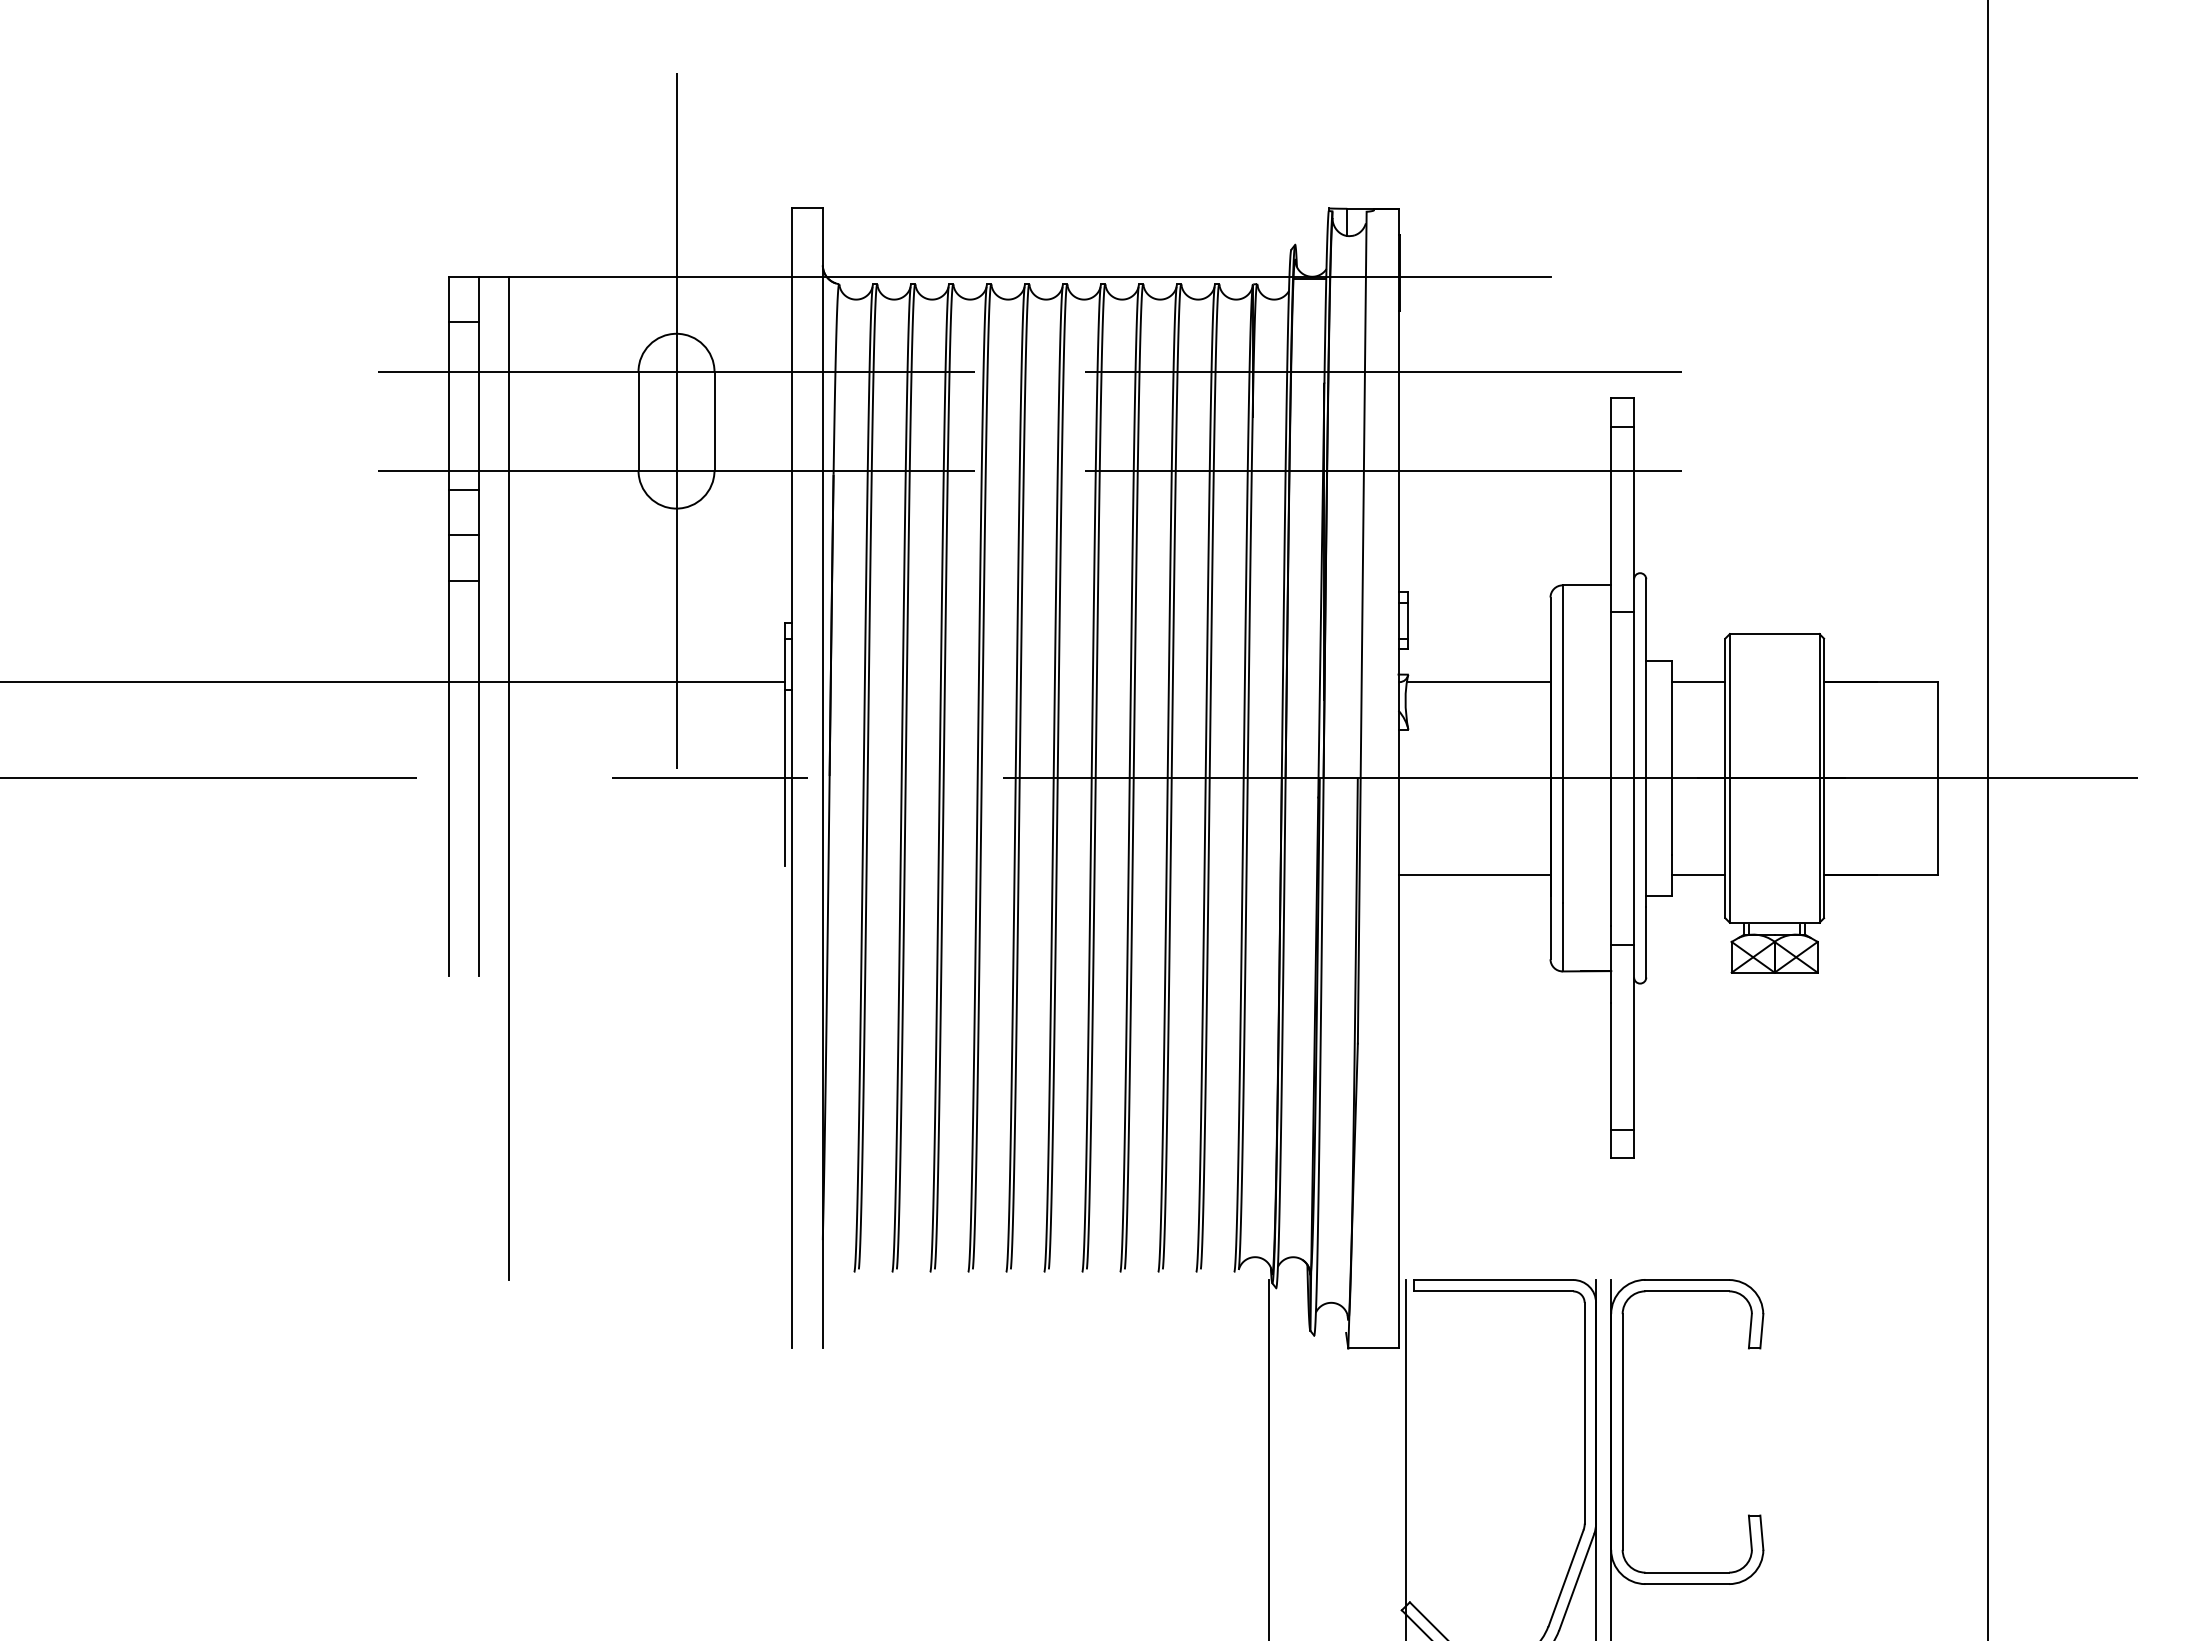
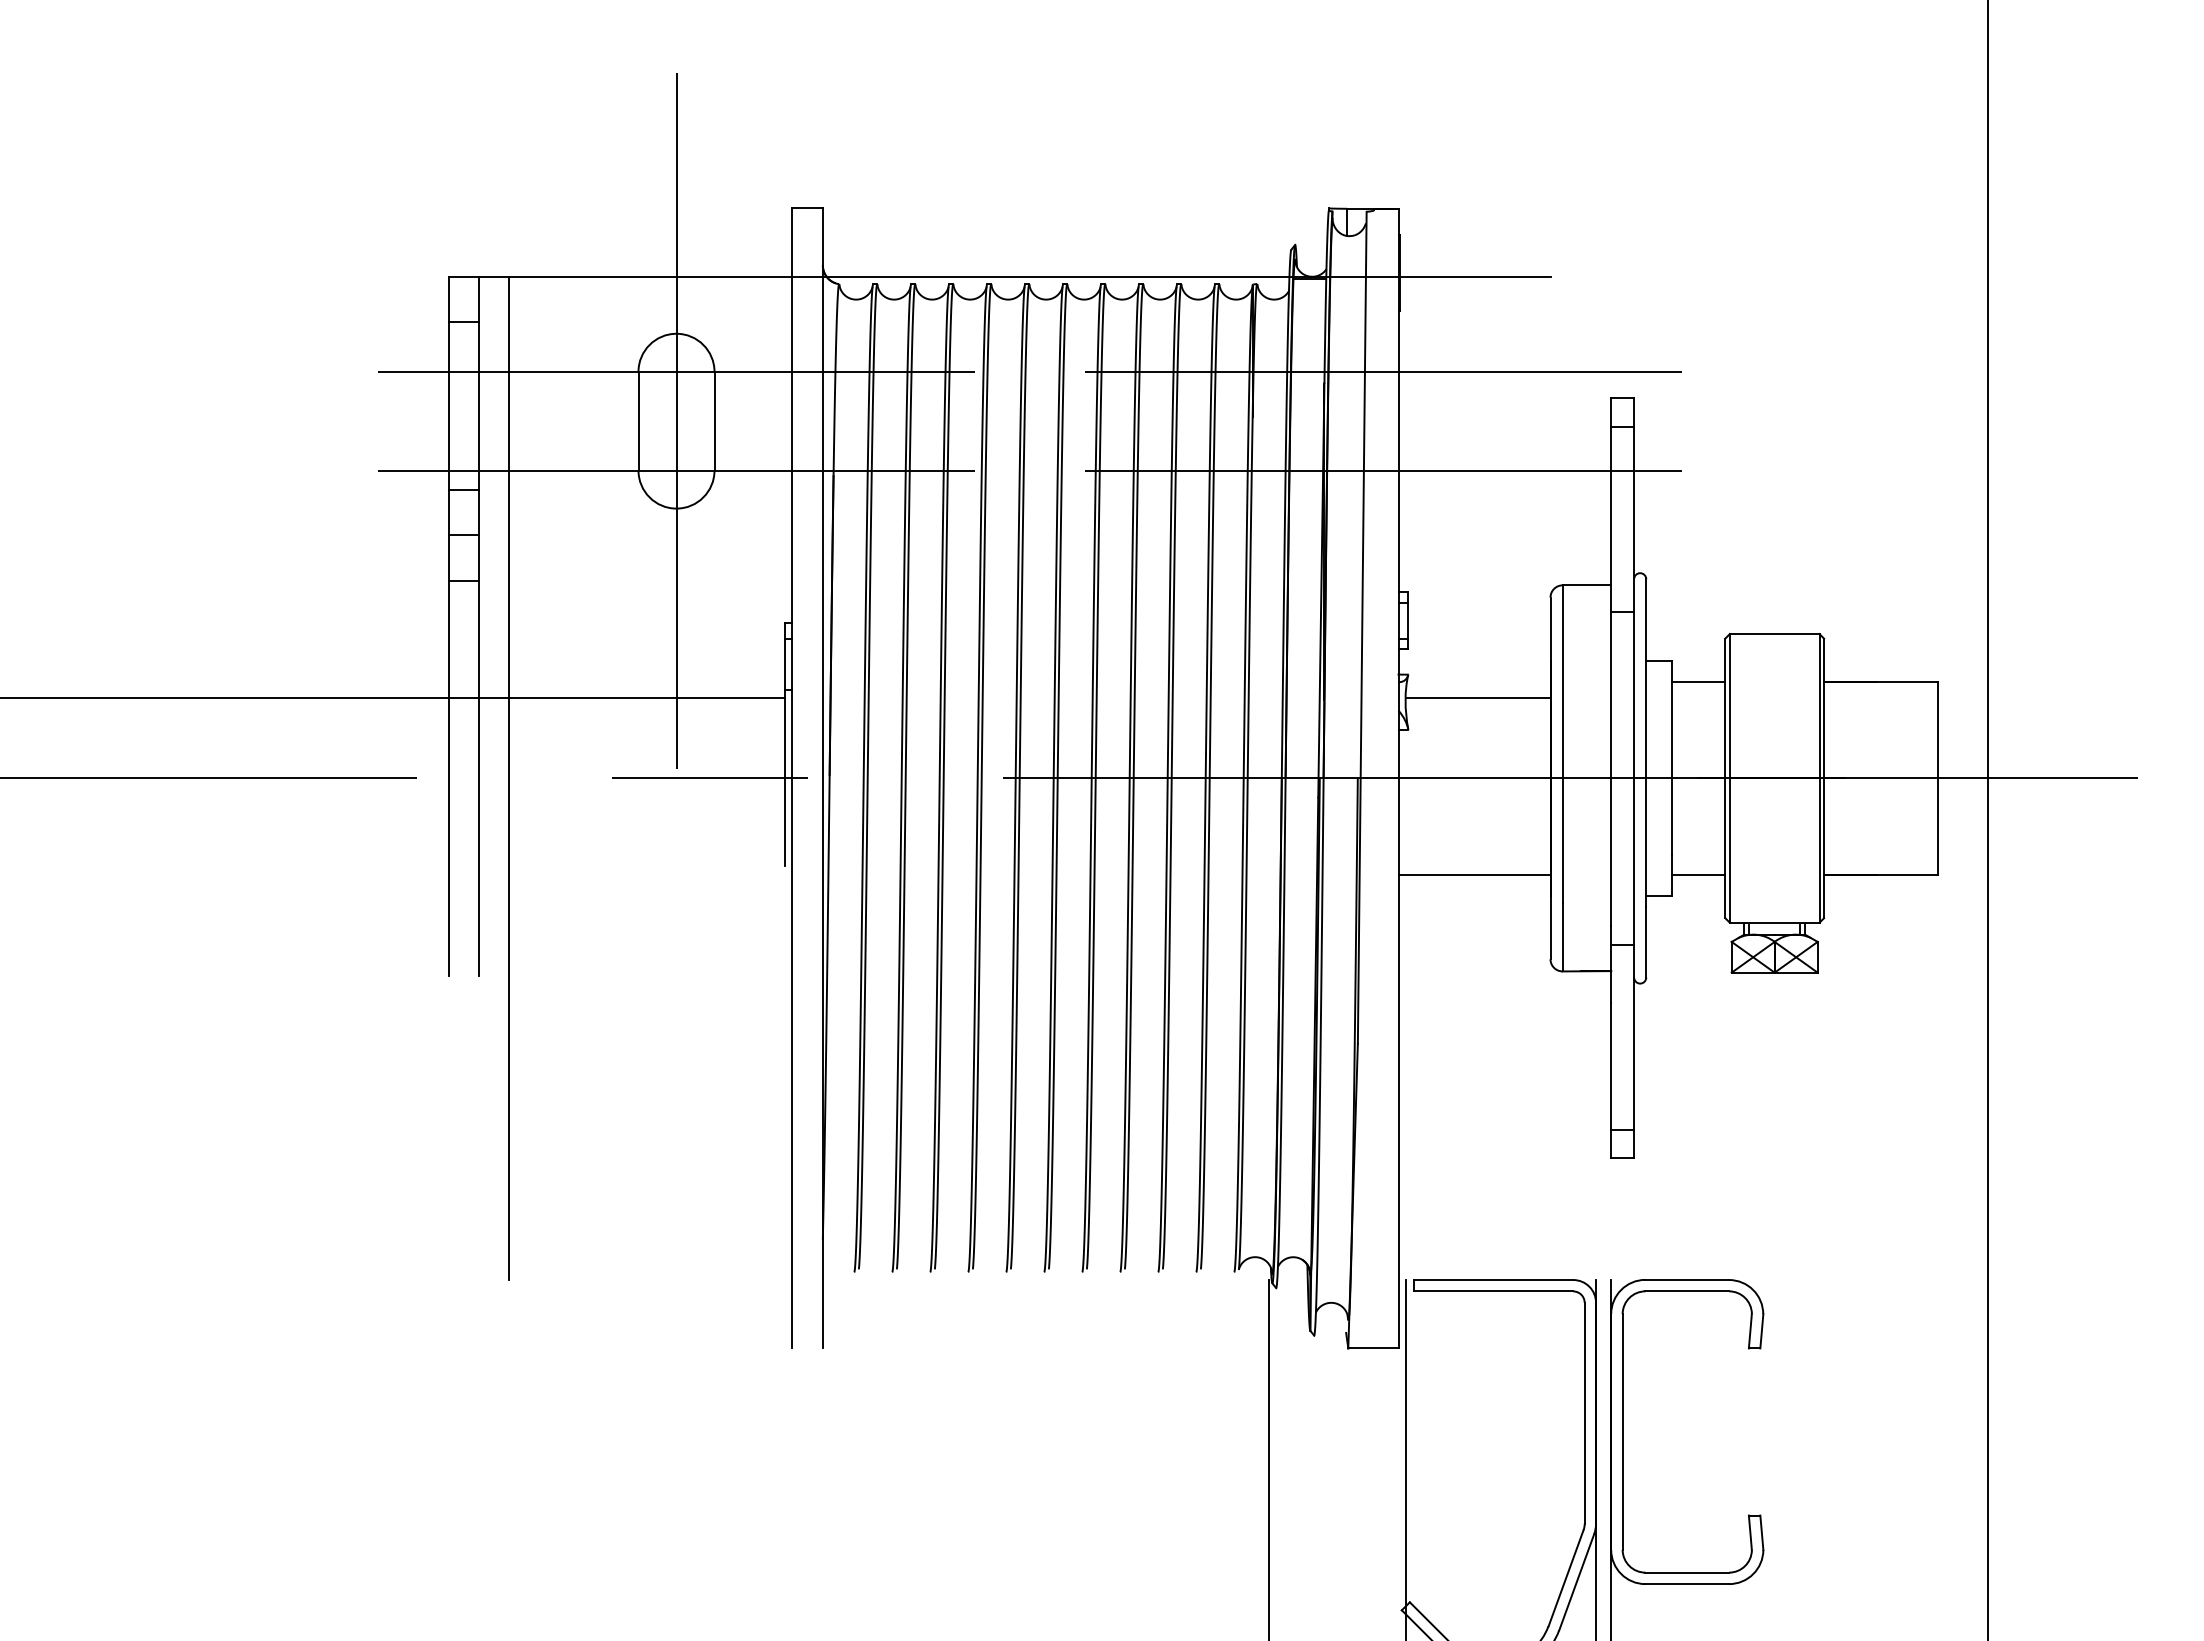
line at (393, 681) position: (393, 681) -> (393, 697)
line at (1478, 681) position: (1478, 681) -> (1478, 697)
